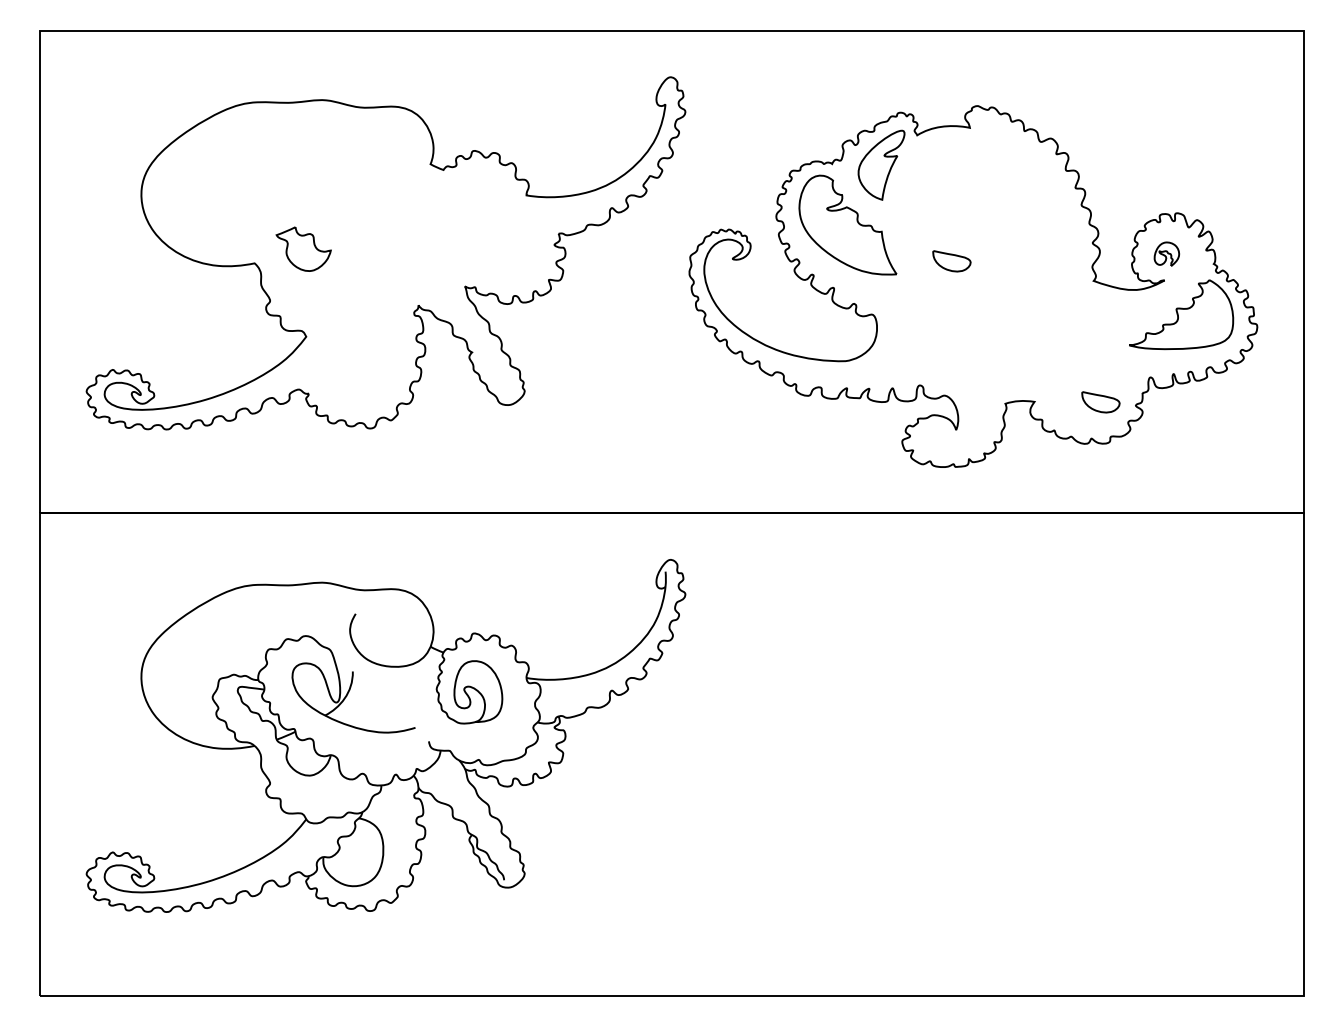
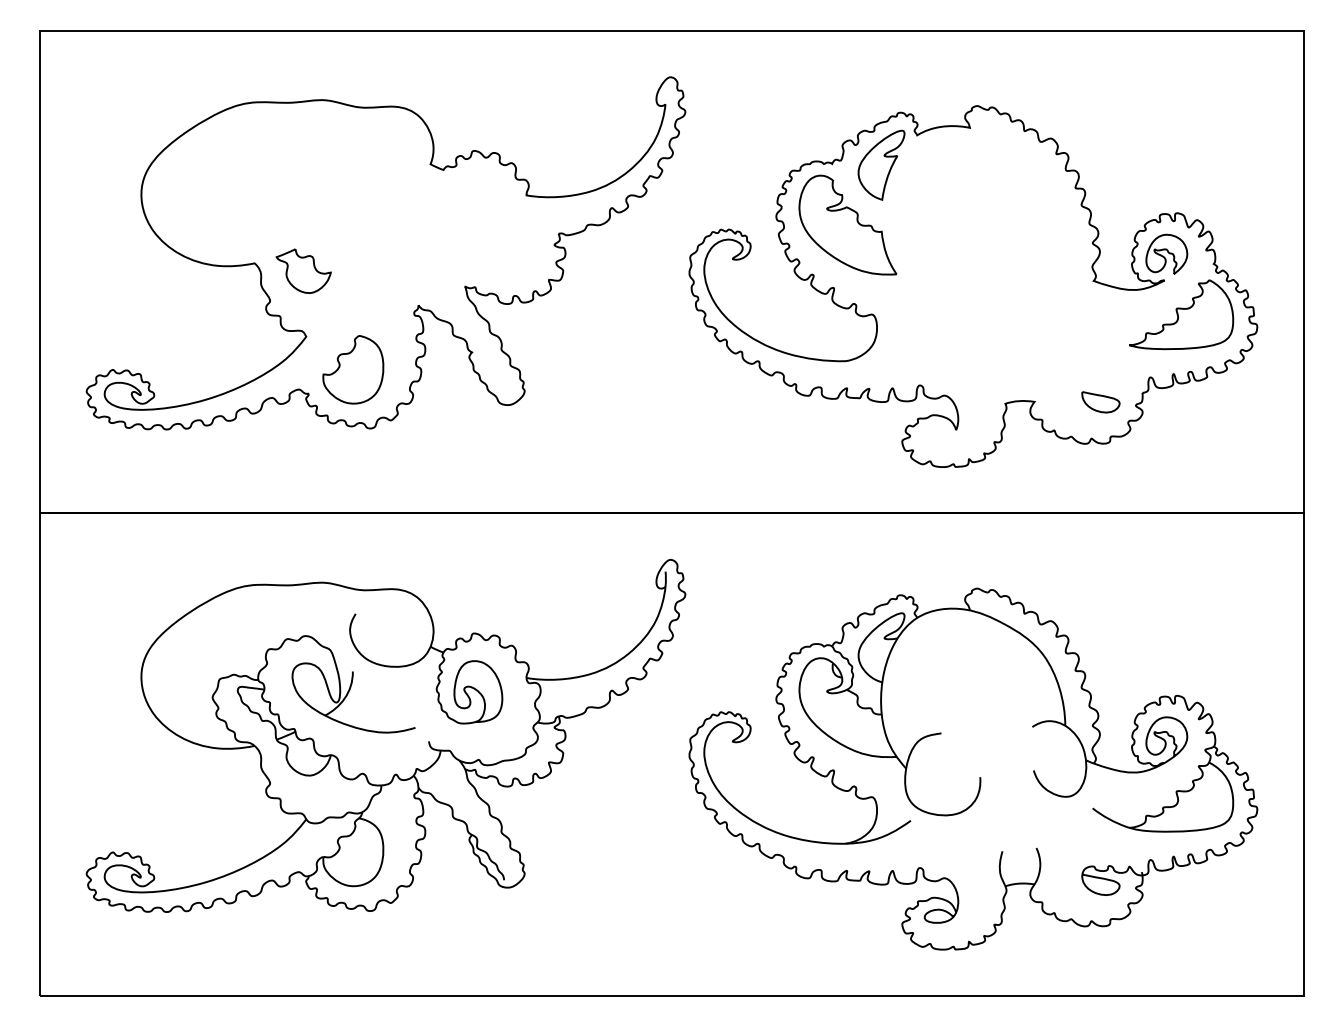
part at (303, 248) position: (303, 248) -> (303, 270)
part at (1166, 253) size: 28x26 px -> 44x42 px
part at (951, 261): present -> none
part at (353, 369): none -> present
part at (973, 768): none -> present
